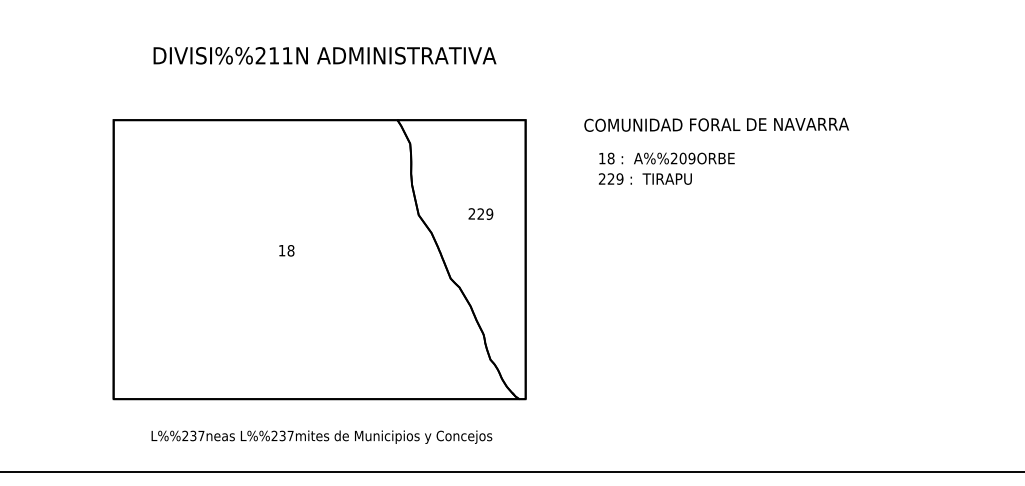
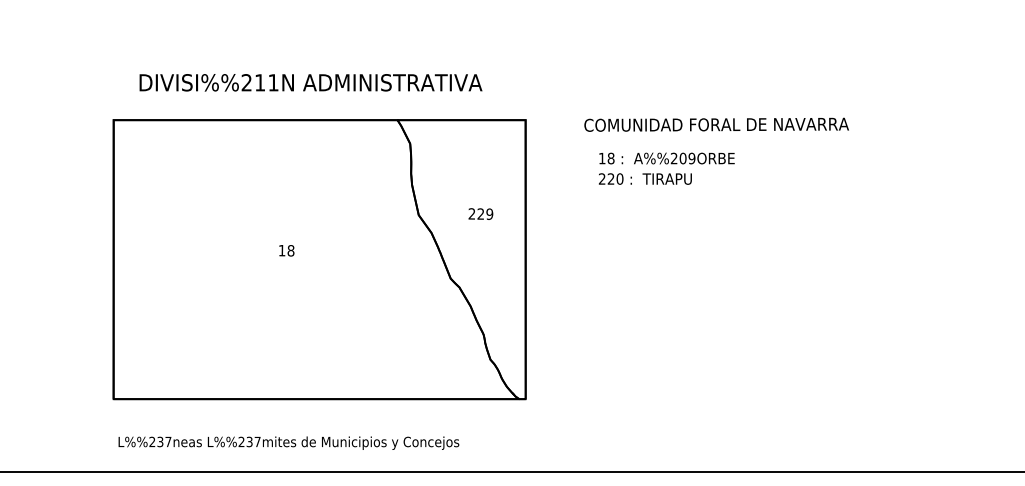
text at (324, 55) position: (324, 55) -> (310, 82)
text at (619, 178): 229 -> 220
text at (321, 436) position: (321, 436) -> (288, 442)
